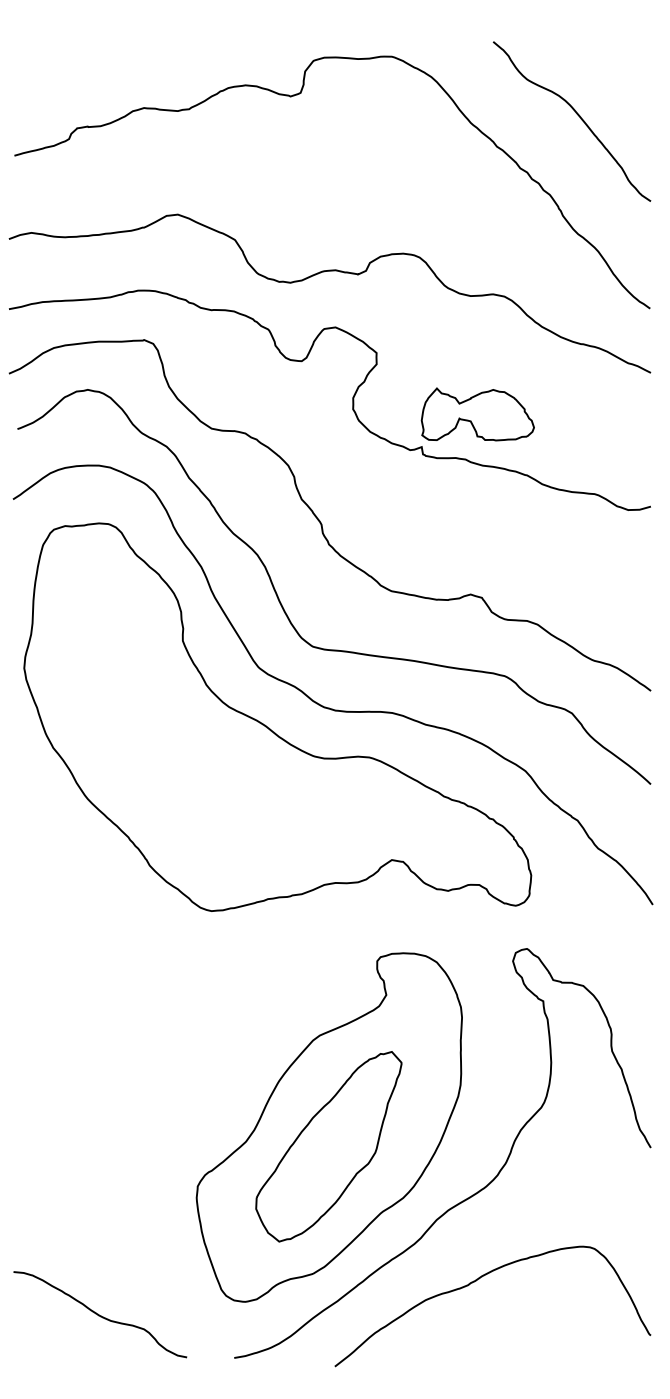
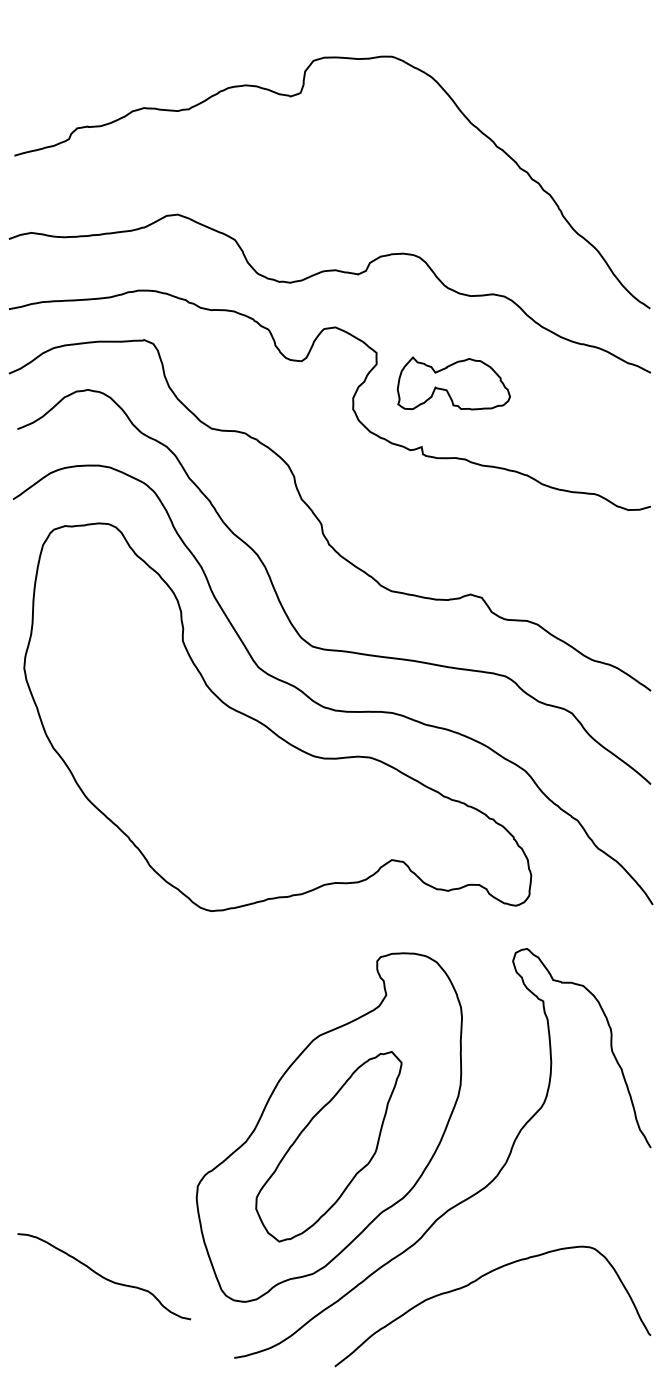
curve at (577, 115): present -> none
part at (477, 414) position: (477, 414) -> (453, 383)
curve at (99, 1314) position: (99, 1314) -> (103, 1276)
